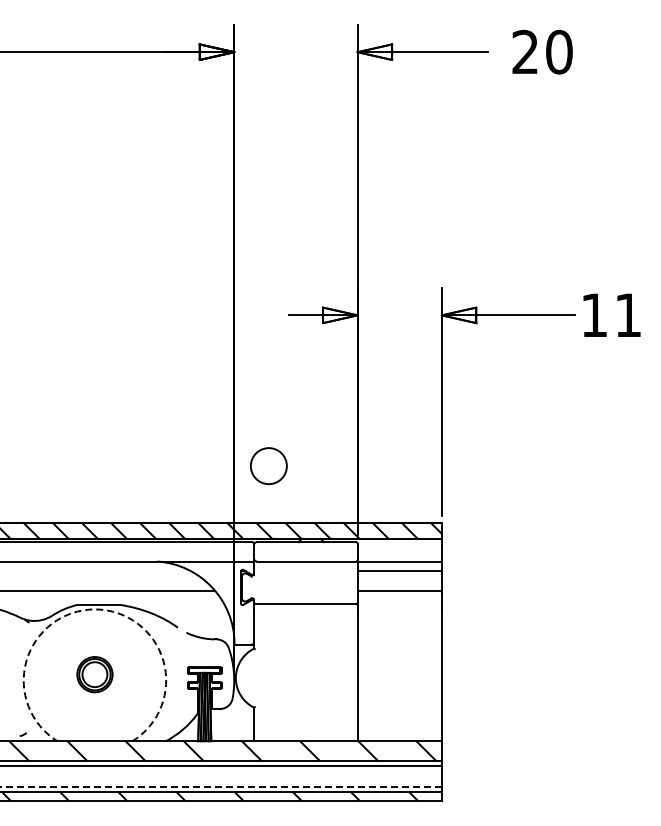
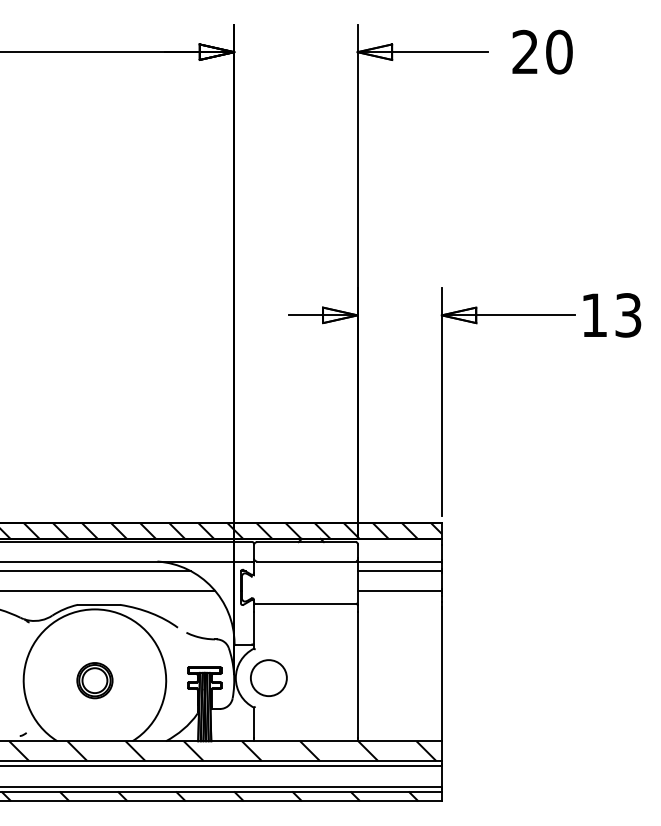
text at (628, 315): 11 -> 13
circle at (268, 465) position: (268, 465) -> (268, 677)
line at (96, 571): none -> present
arc at (94, 609): dashed -> solid
part at (94, 674) position: (94, 674) -> (94, 680)
line at (220, 786): dashed -> solid
